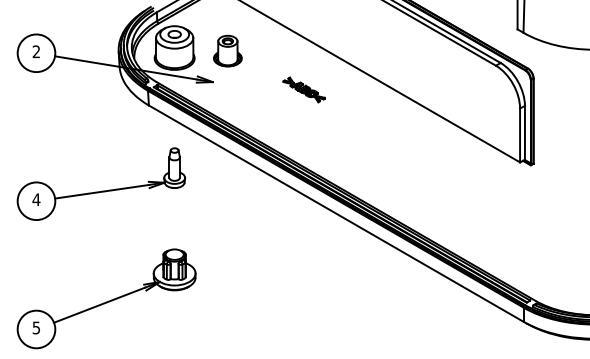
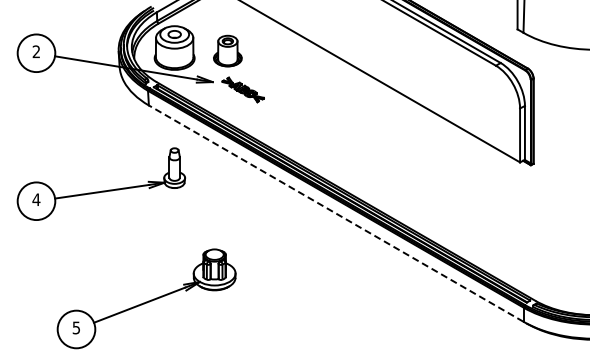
part at (303, 89) position: (303, 89) -> (242, 89)
line at (335, 213): solid -> dashed
part at (106, 298) position: (106, 298) -> (146, 298)
